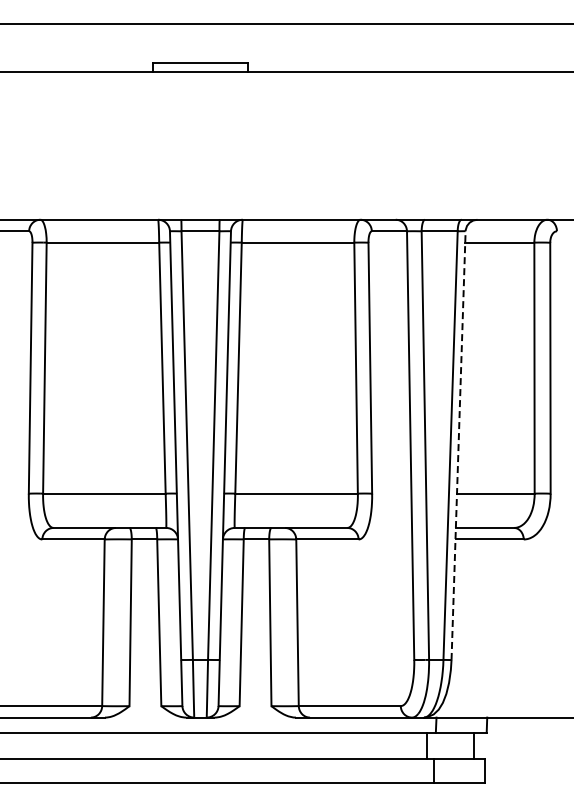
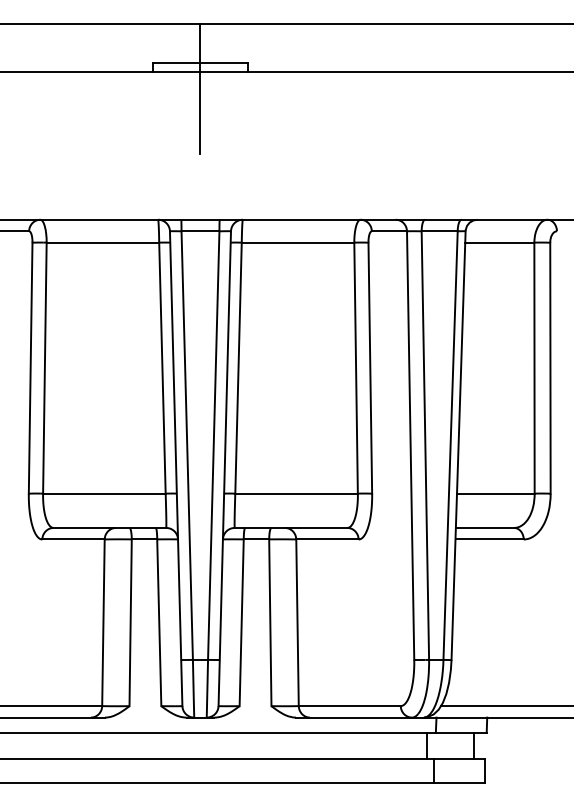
line at (200, 89): none -> present
line at (458, 445): dashed -> solid
line at (505, 706): none -> present
